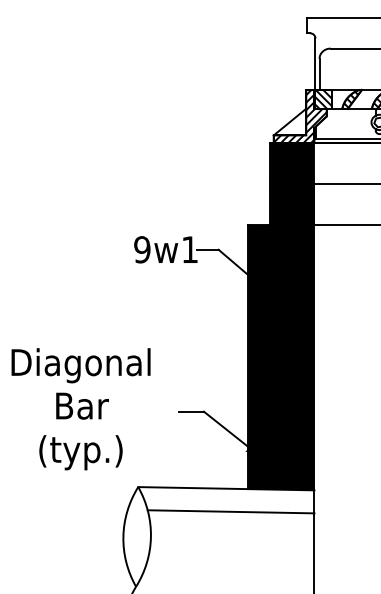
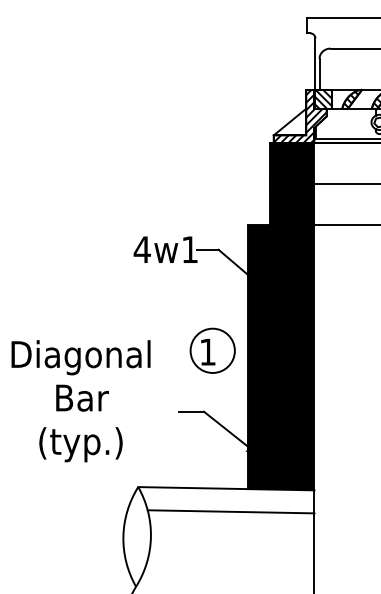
text at (141, 249): 9w1 -> 4w1
part at (212, 350): none -> present
text at (80, 409) position: (80, 409) -> (80, 401)
